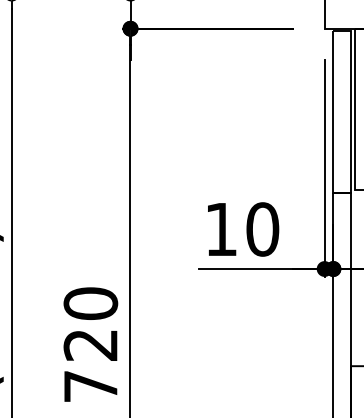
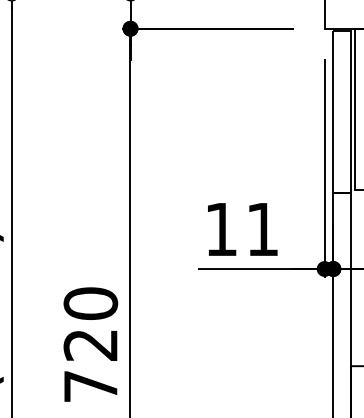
text at (262, 229): 10 -> 11
